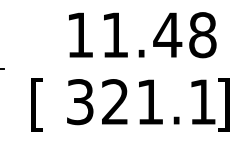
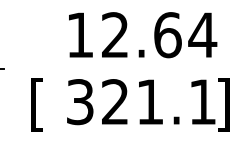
text at (159, 35): 11.48 -> 12.64
